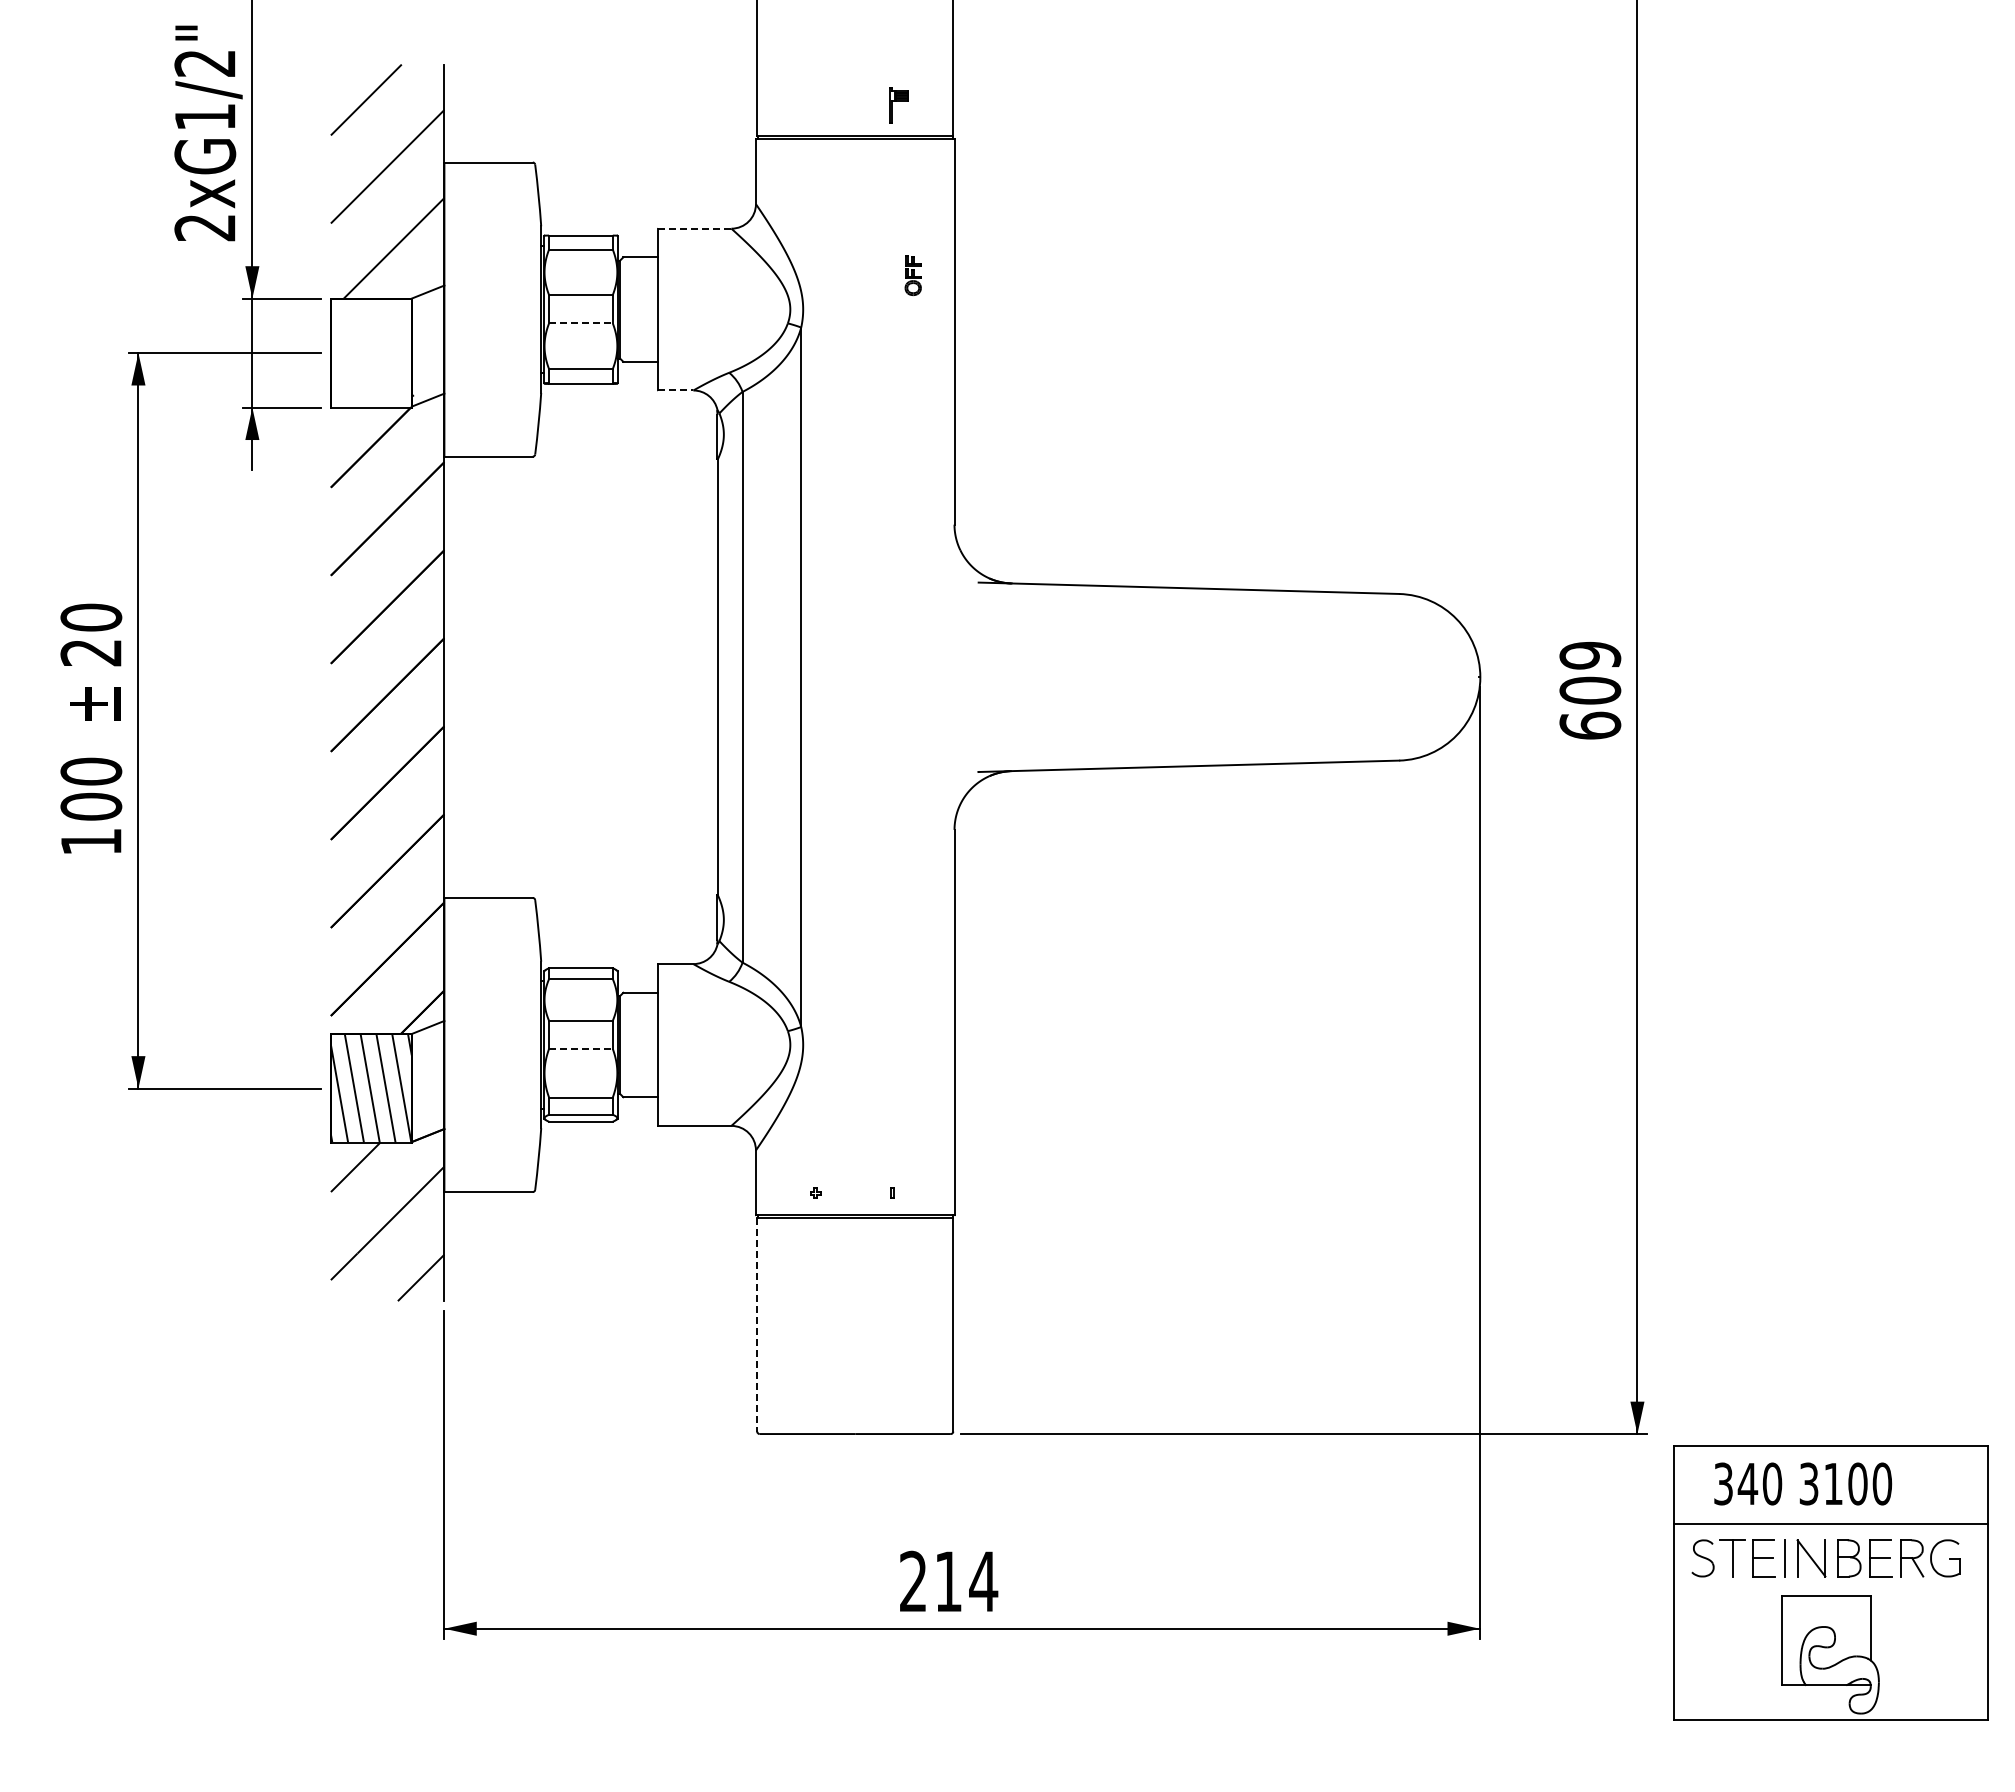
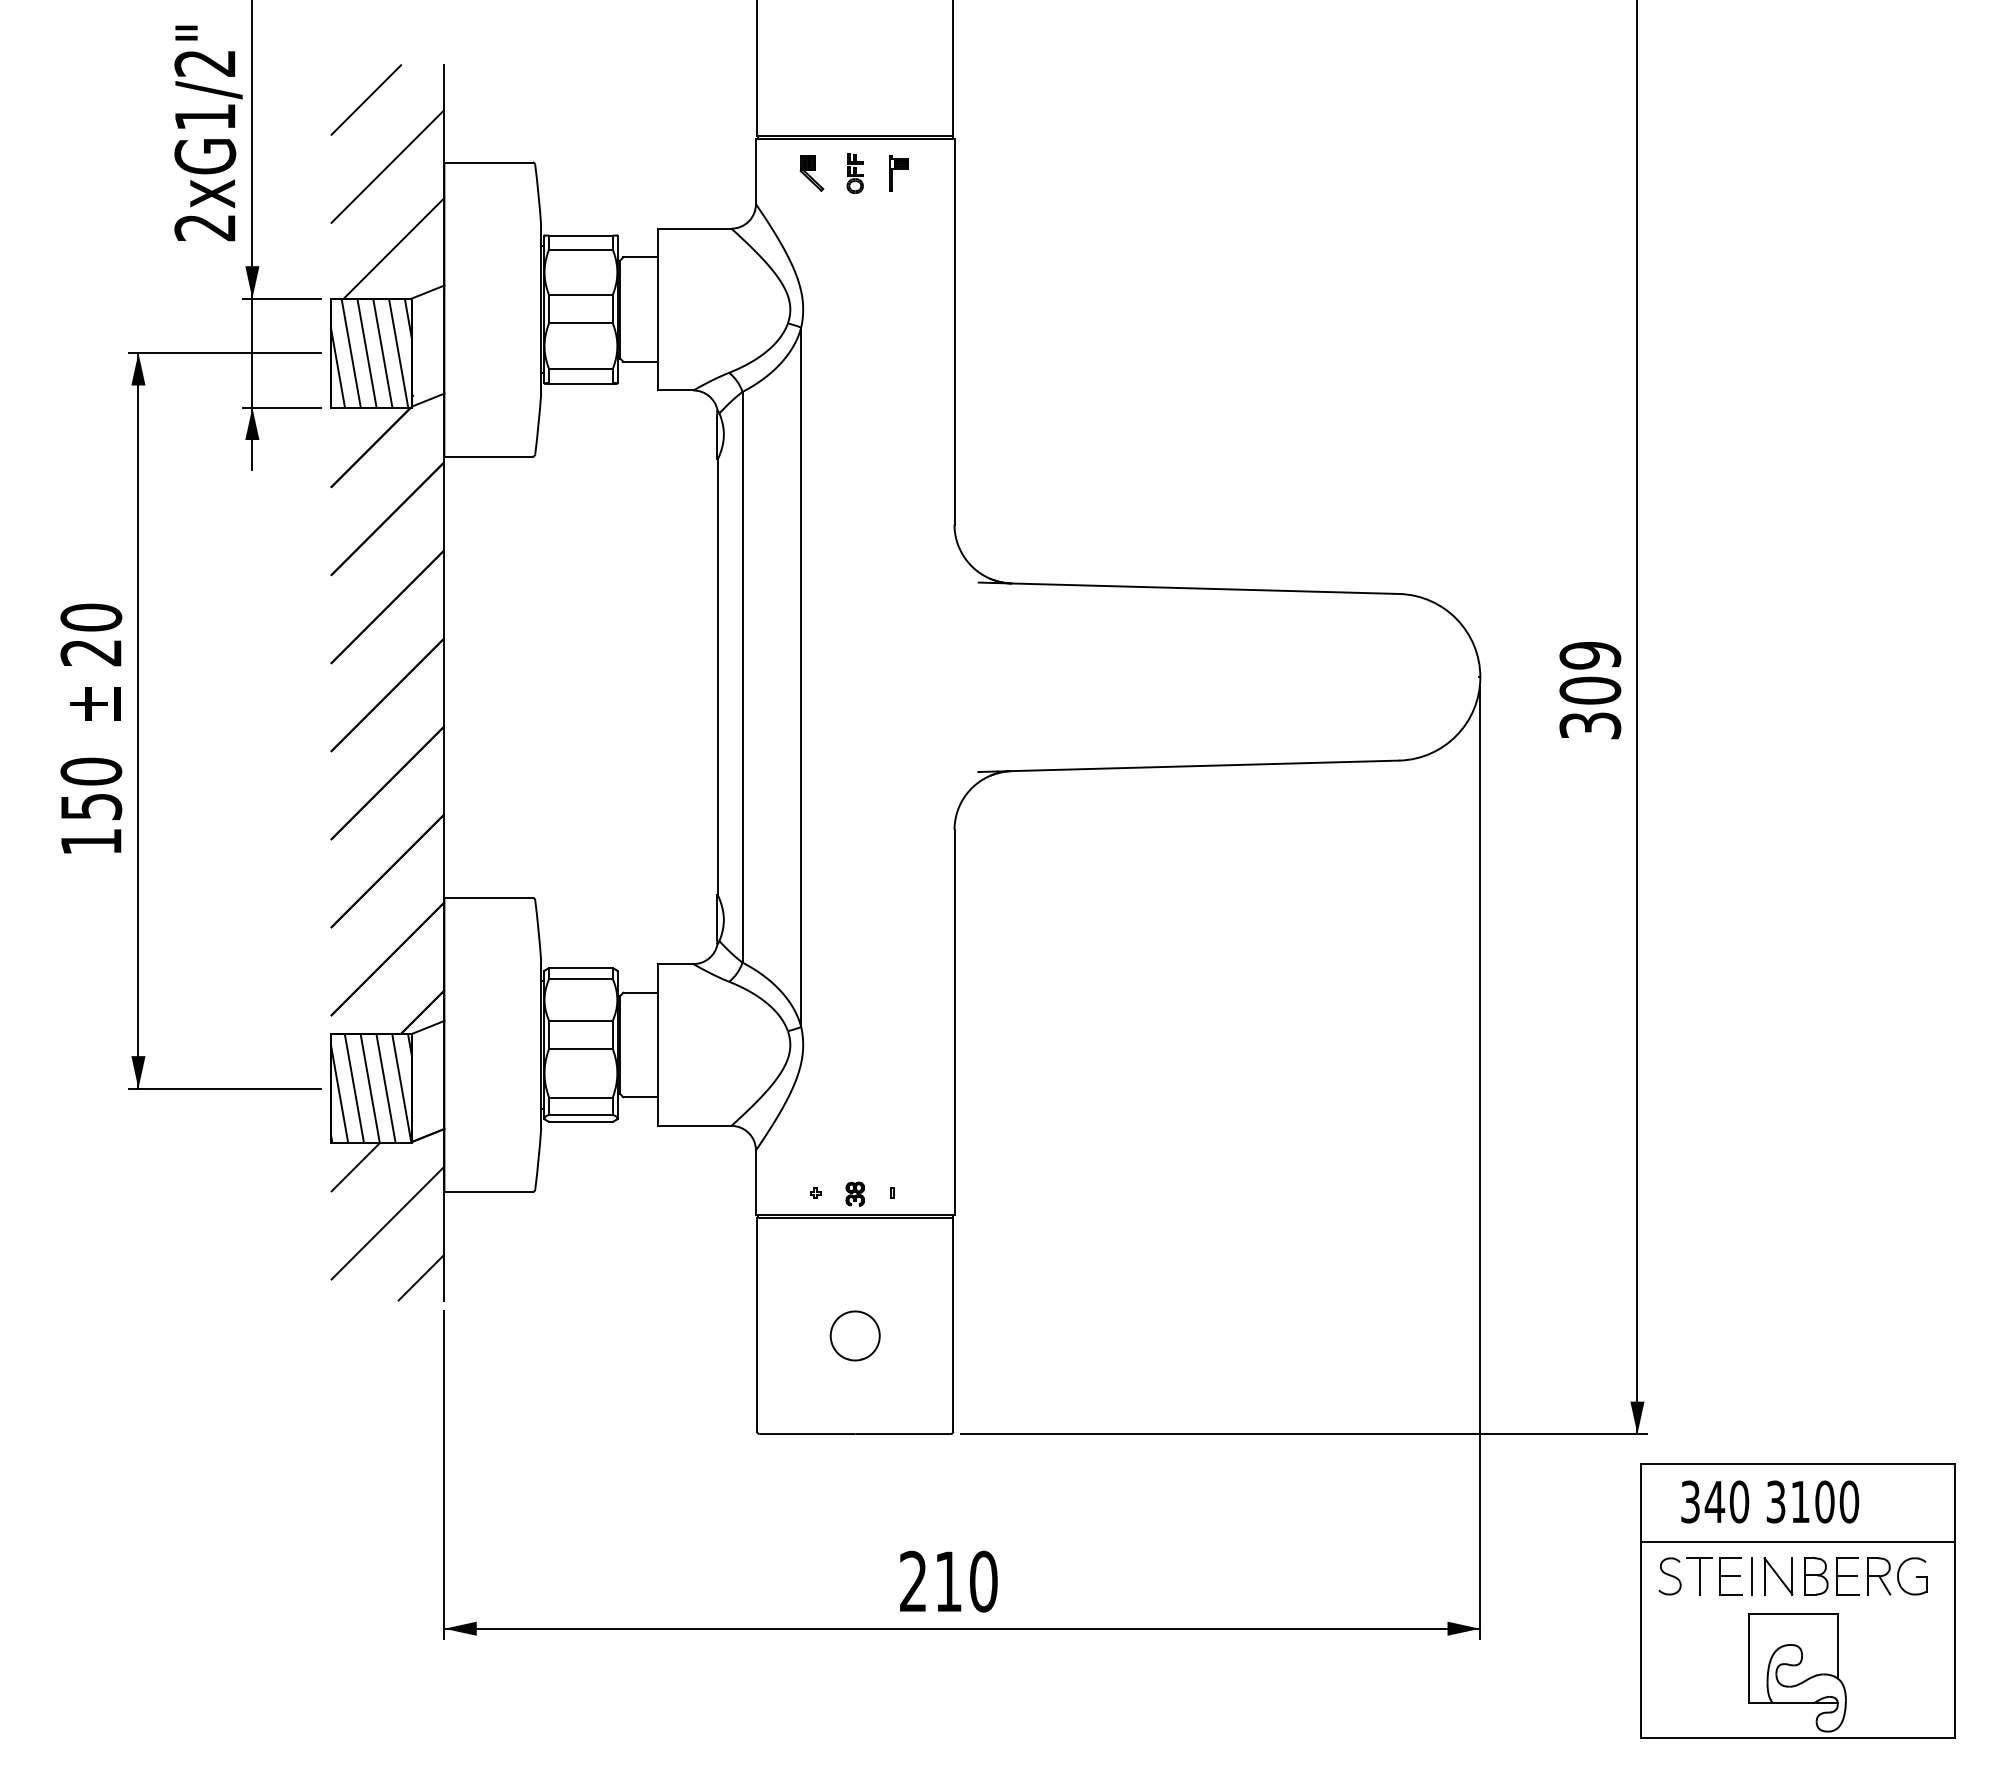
part at (898, 105) position: (898, 105) -> (898, 173)
part at (811, 173): none -> present
line at (694, 228): dashed -> solid
part at (912, 275) position: (912, 275) -> (854, 173)
line at (580, 323): dashed -> solid
hatch at (370, 352): none -> present
line at (675, 390): dashed -> solid
text at (1590, 725): 609 -> 309
text at (91, 806): 100 -> 150
line at (580, 1048): dashed -> solid
part at (854, 1193): none -> present
line at (757, 1324): dashed -> solid
part at (854, 1335): none -> present
text at (983, 1581): 214 -> 210
part at (1830, 1582) position: (1830, 1582) -> (1797, 1600)
